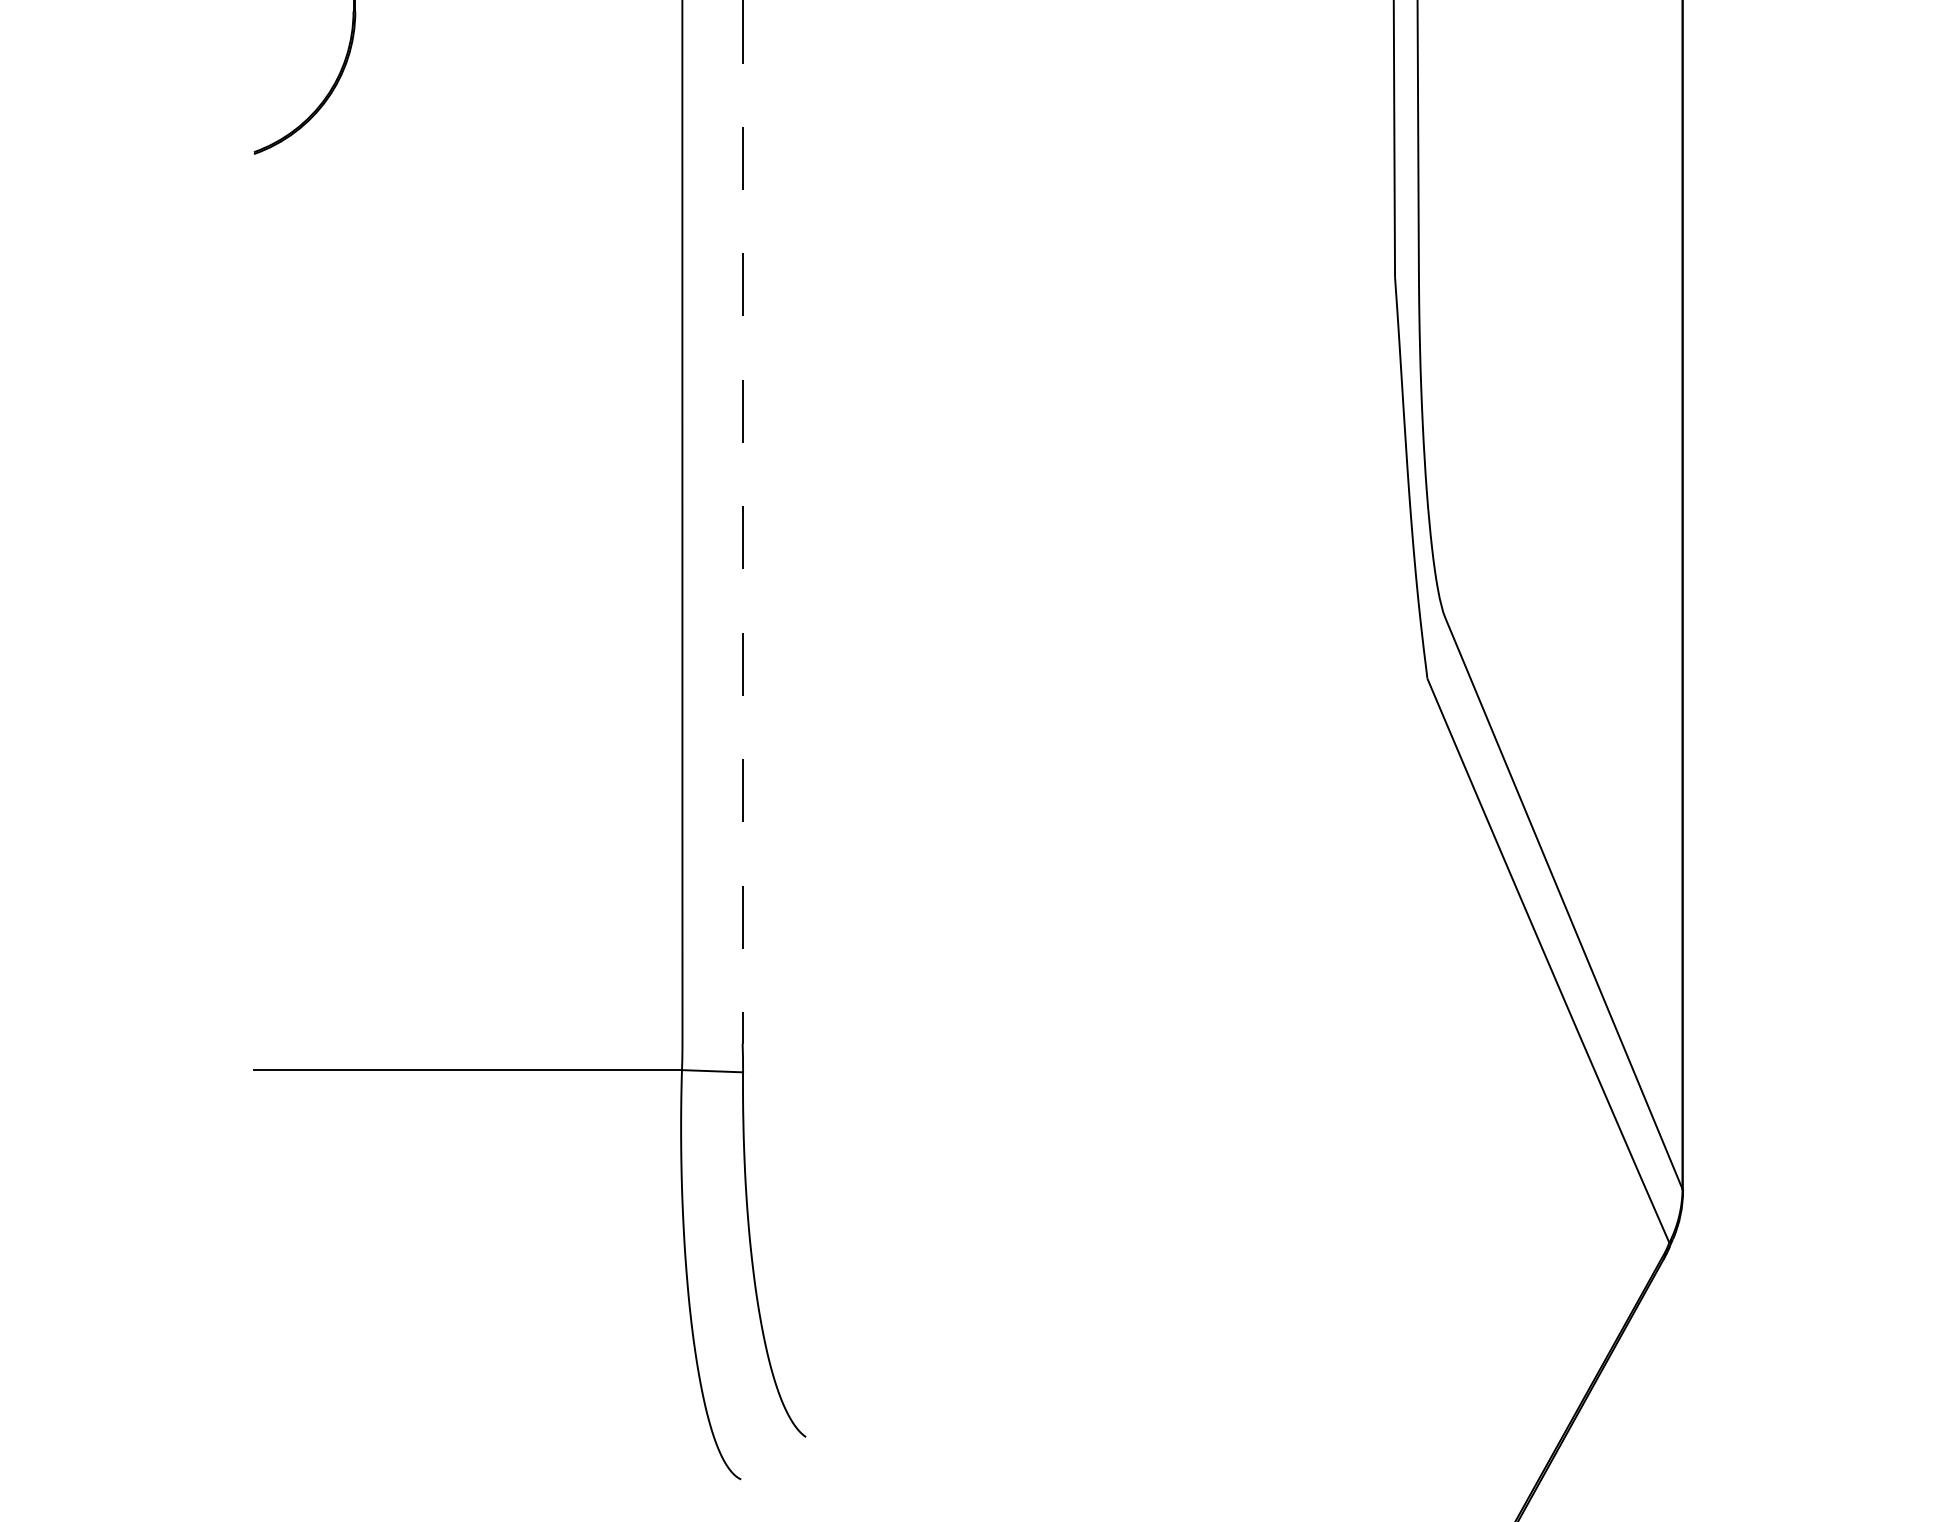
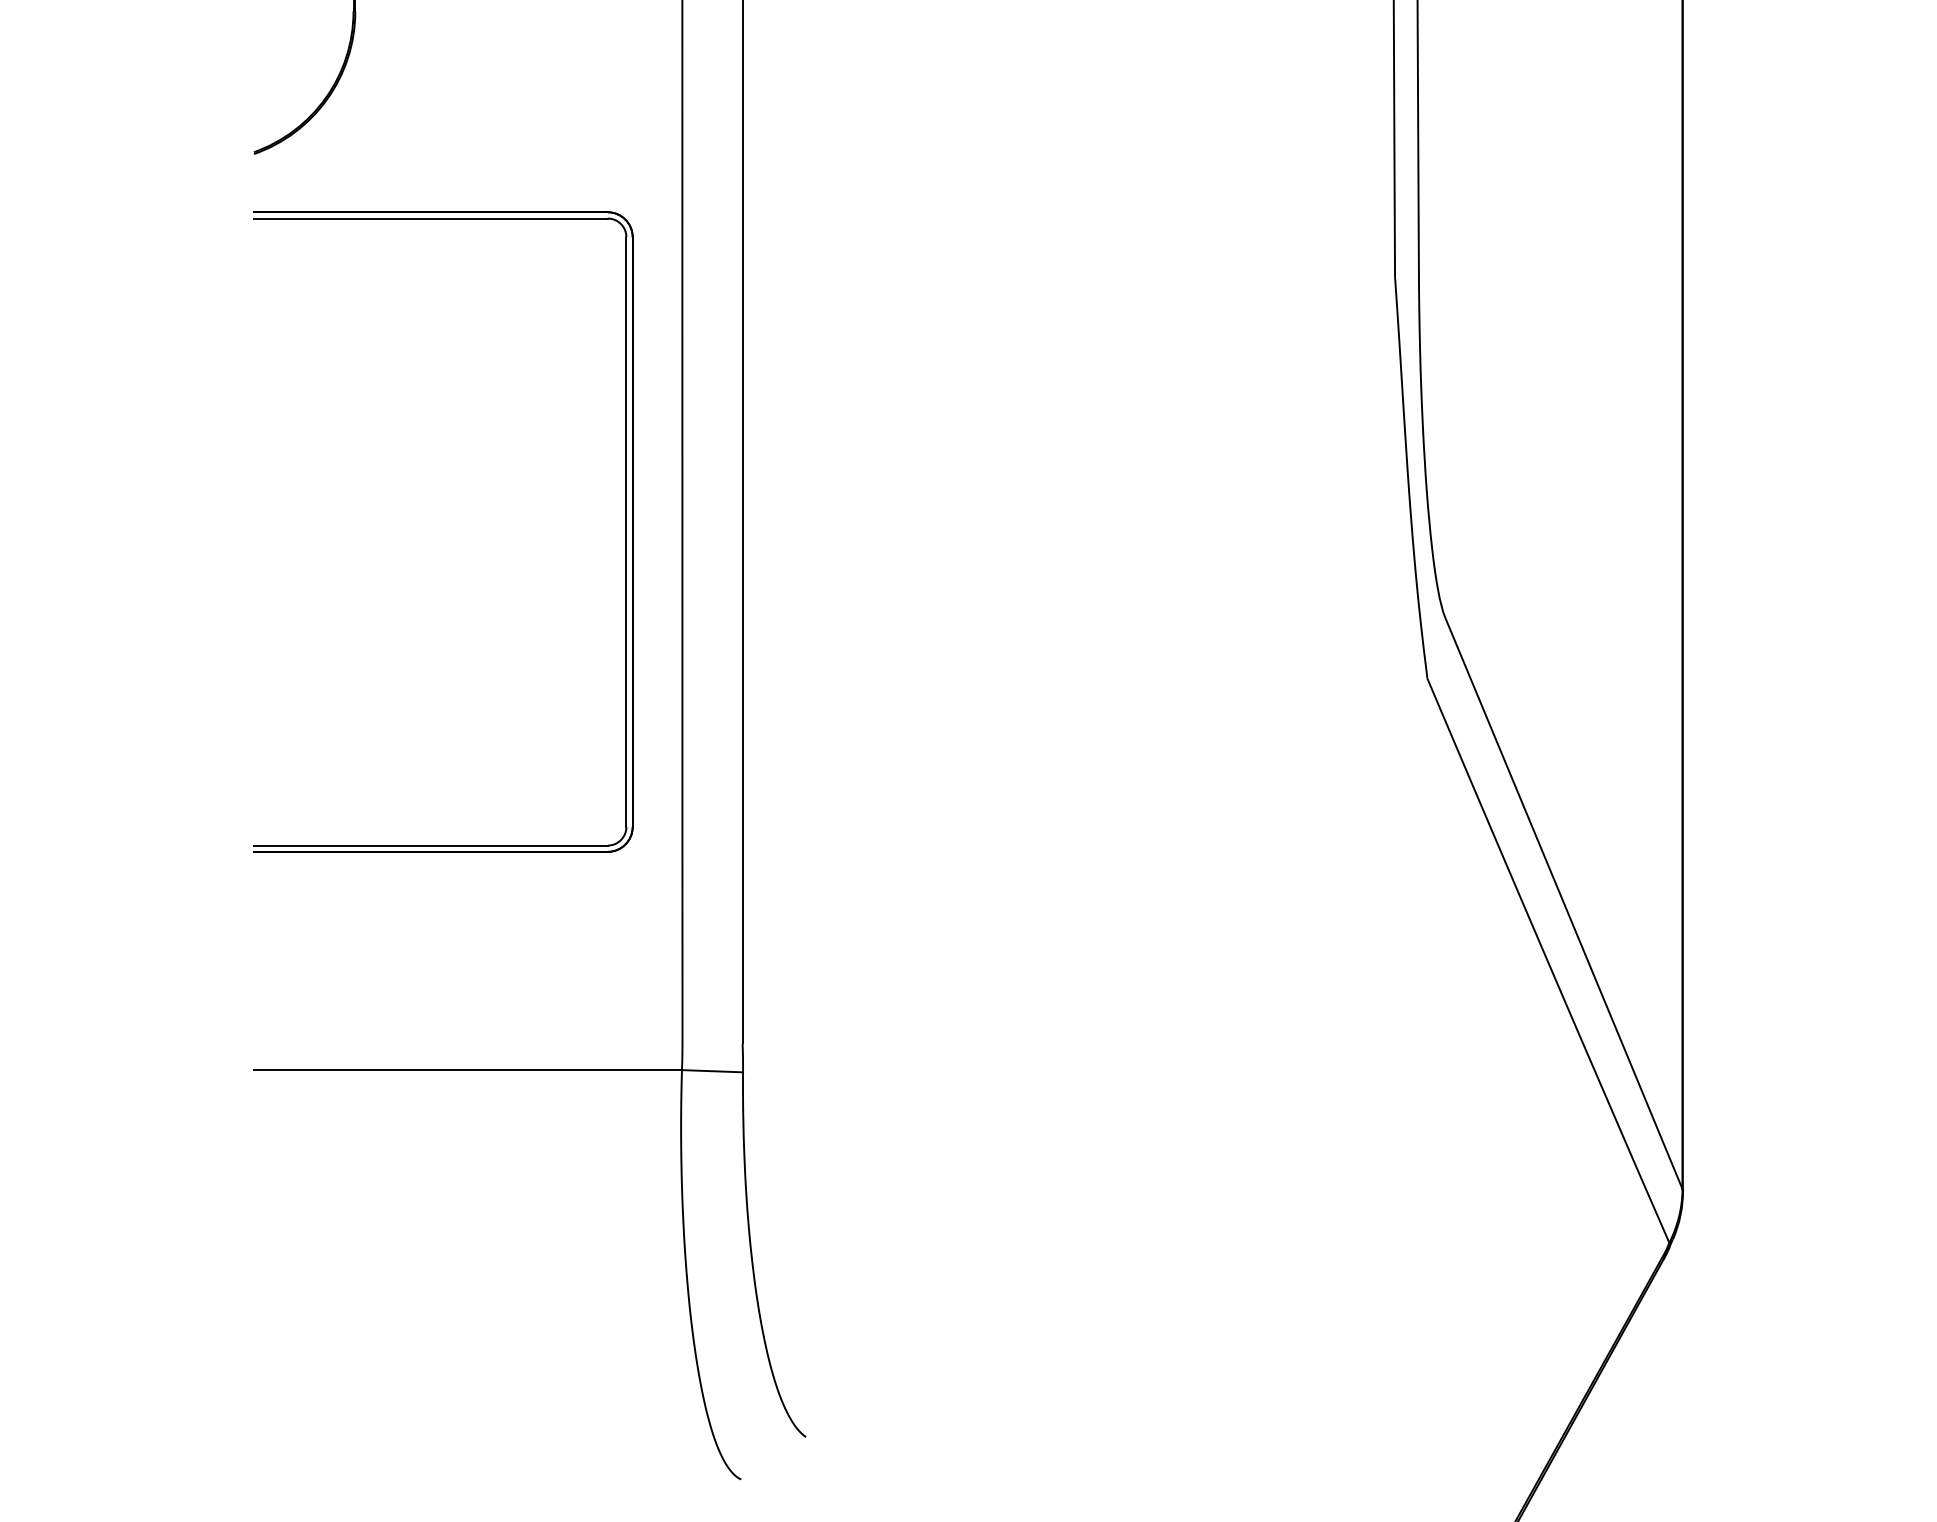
line at (742, 522): dashed -> solid
part at (625, 531): none -> present
